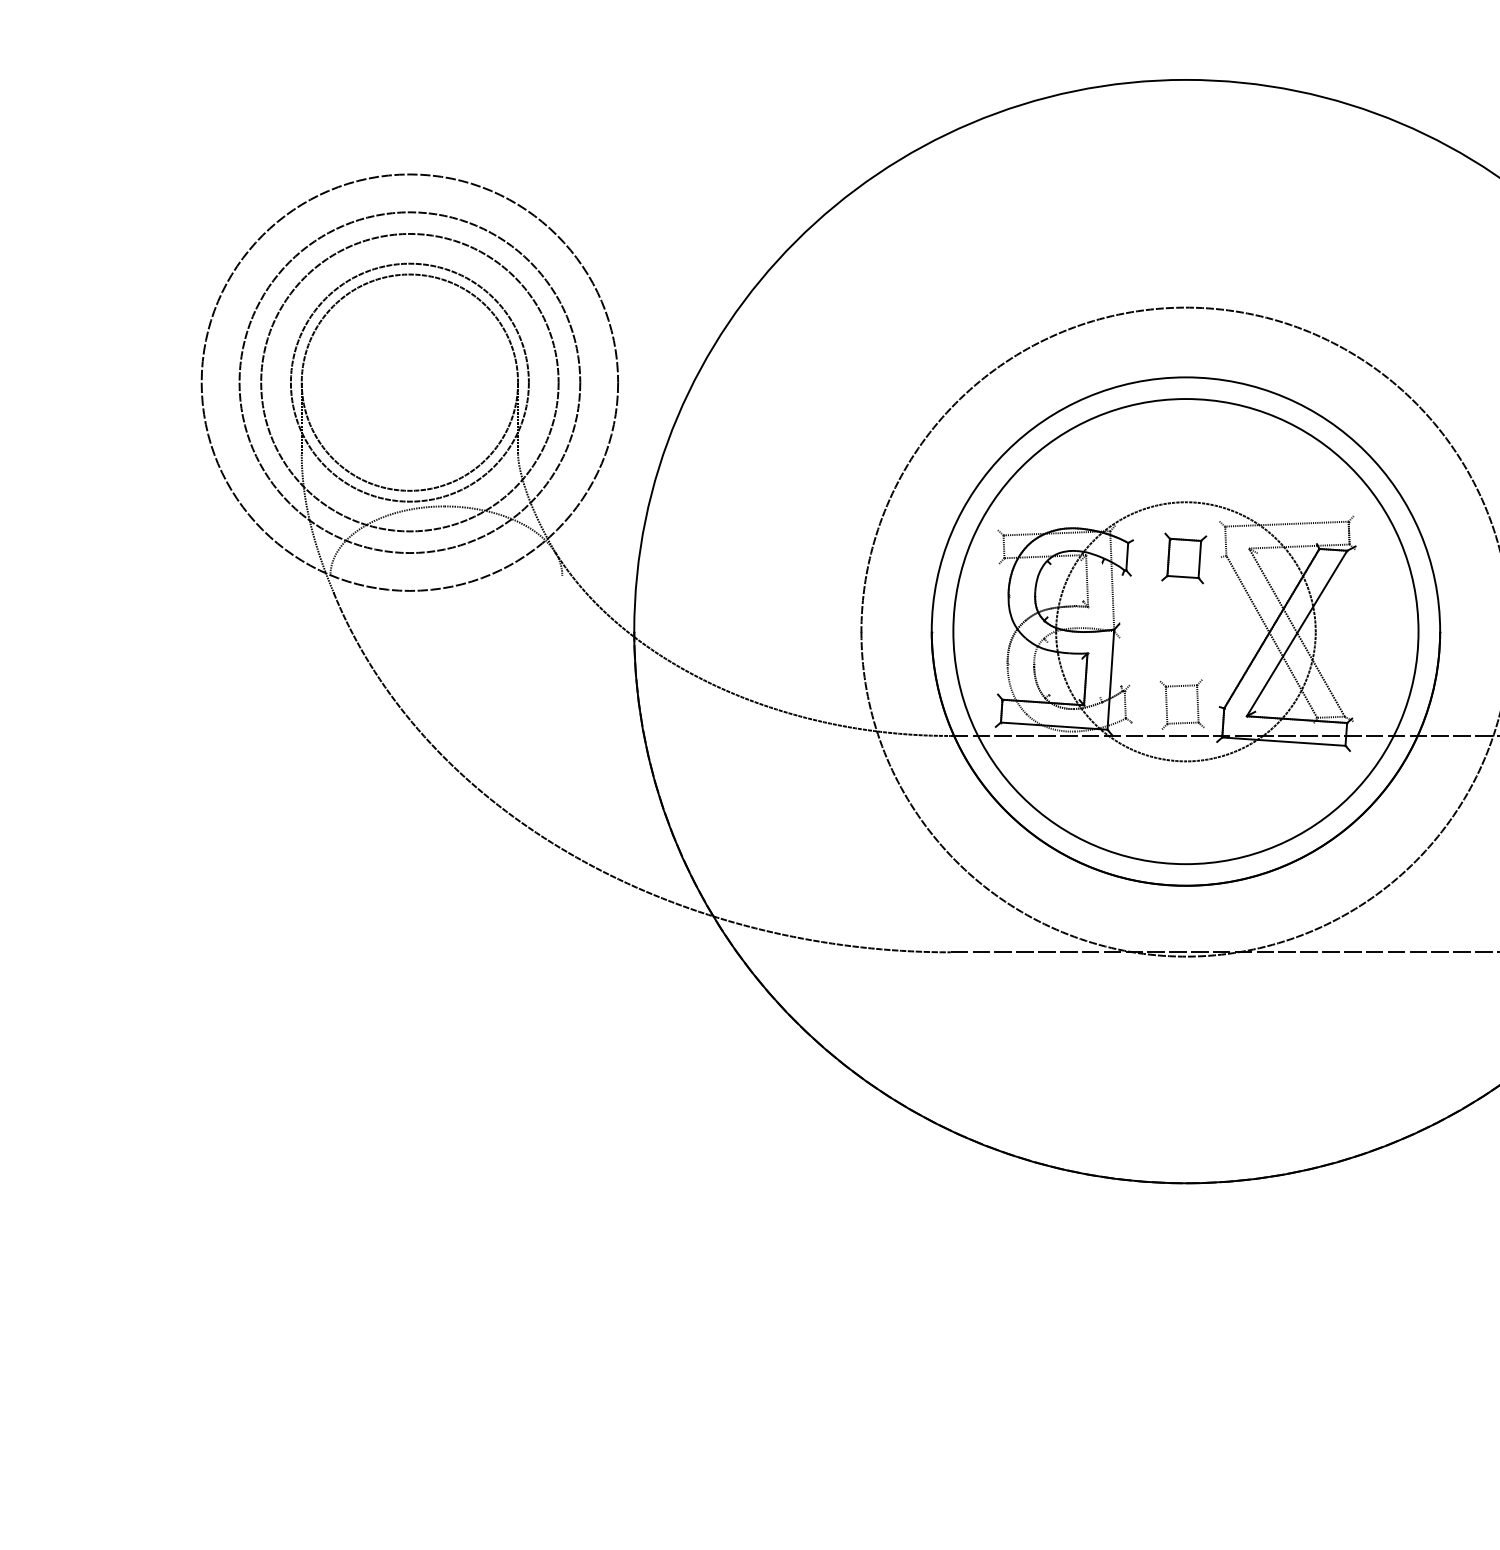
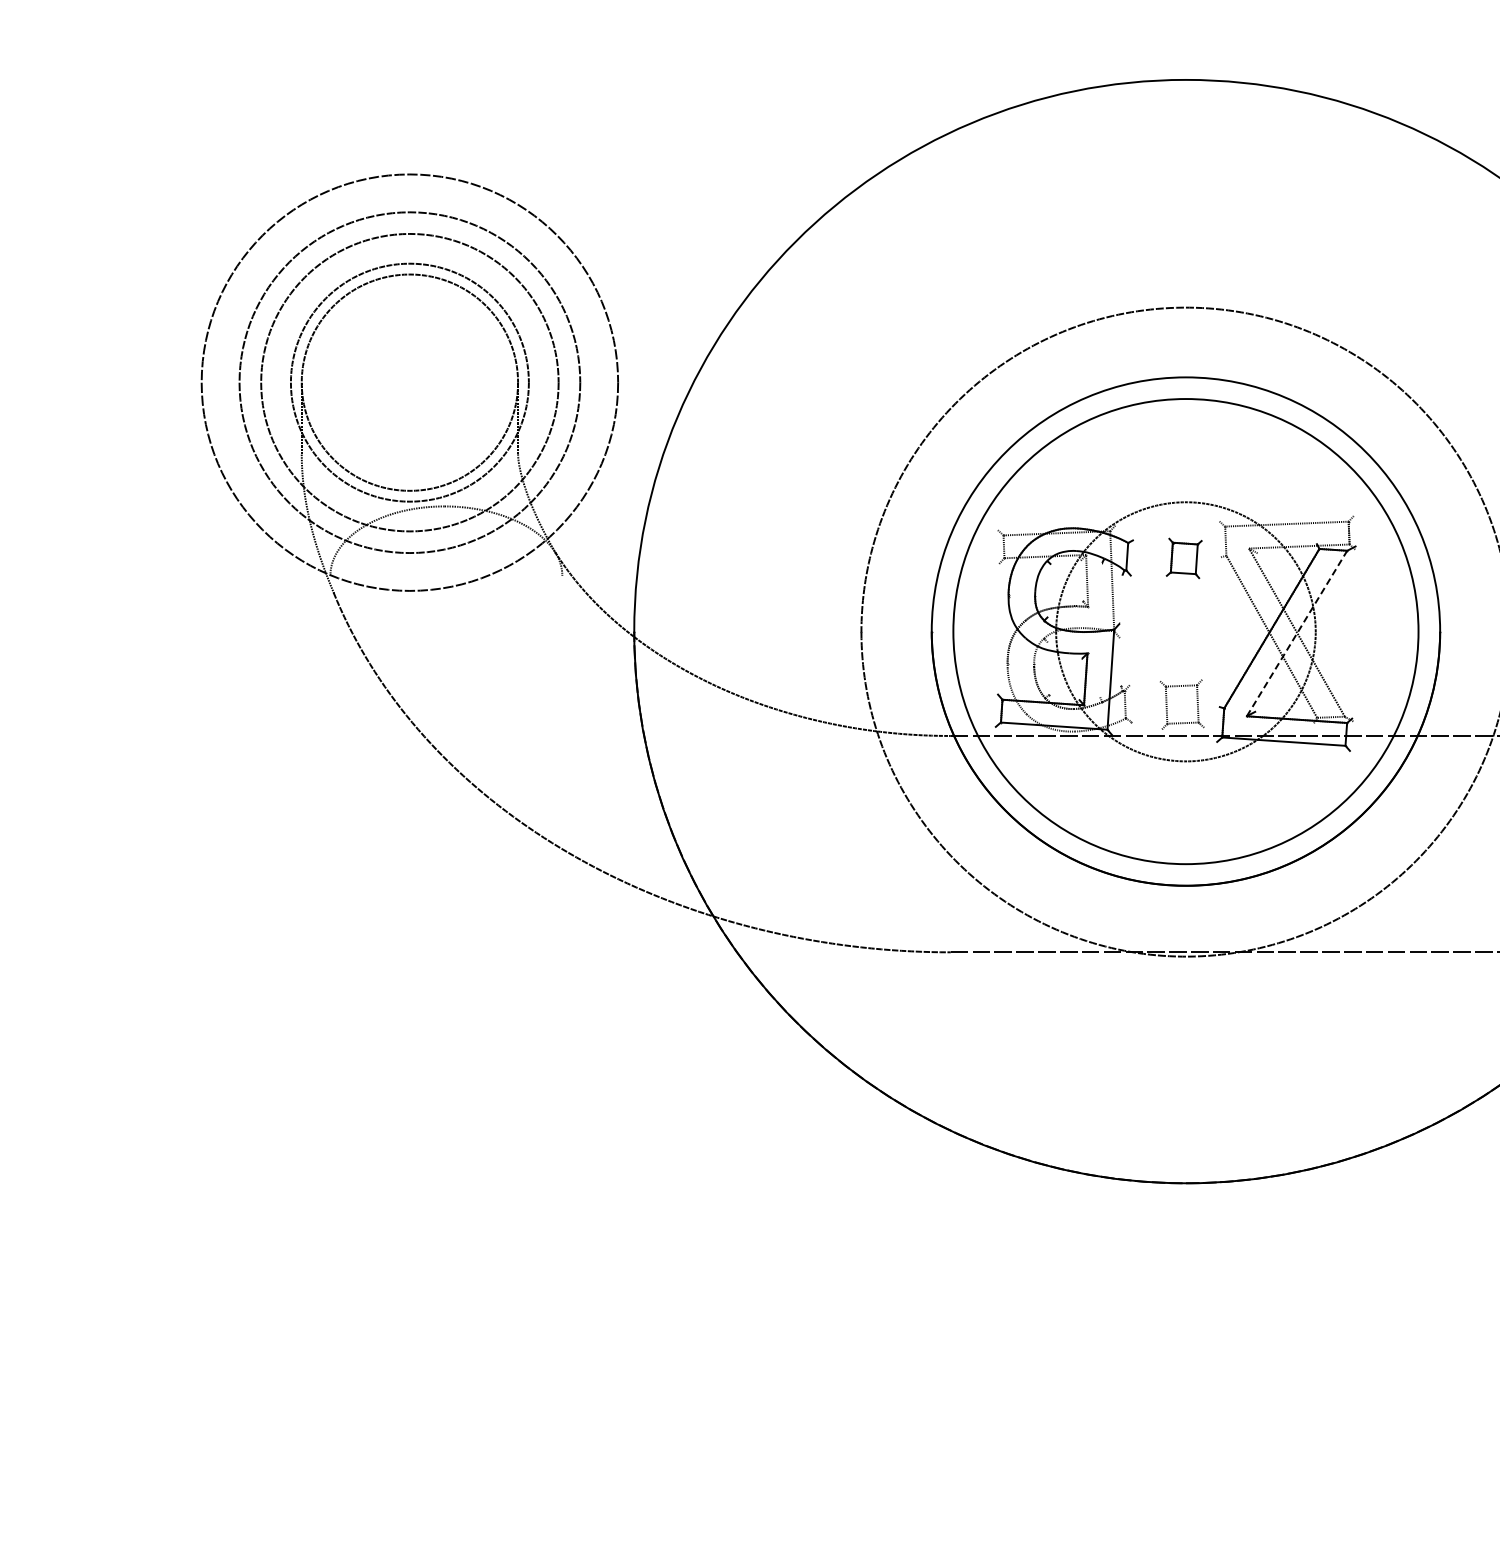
part at (1184, 558) size: 47x53 px -> 38x43 px
line at (1297, 633): solid -> dashed
